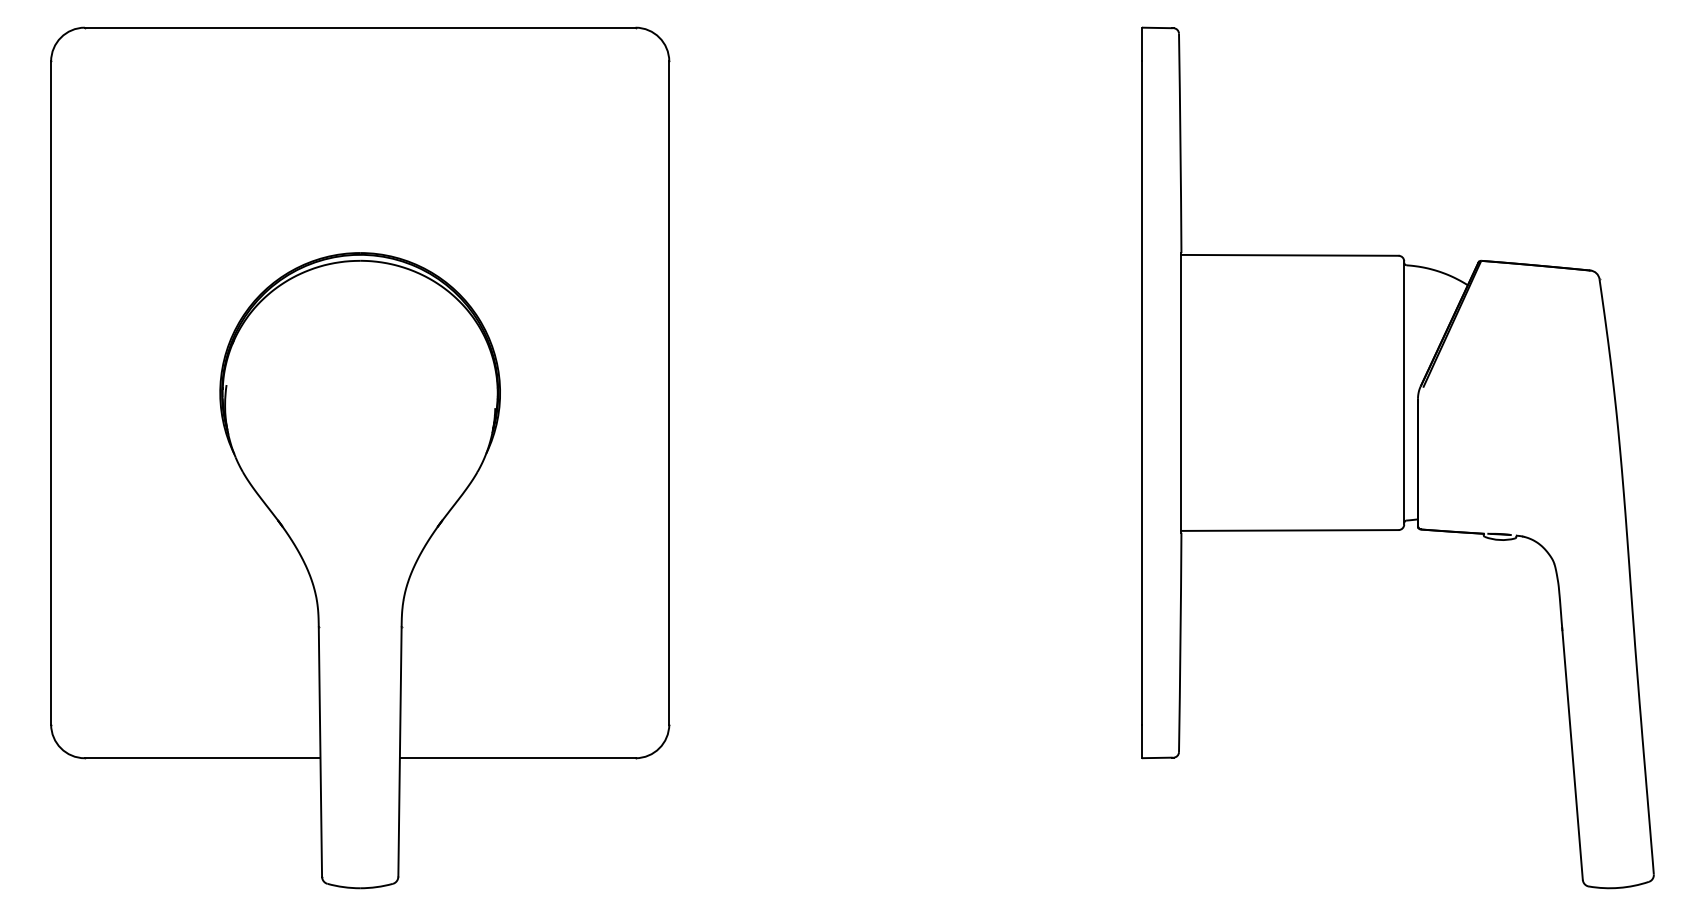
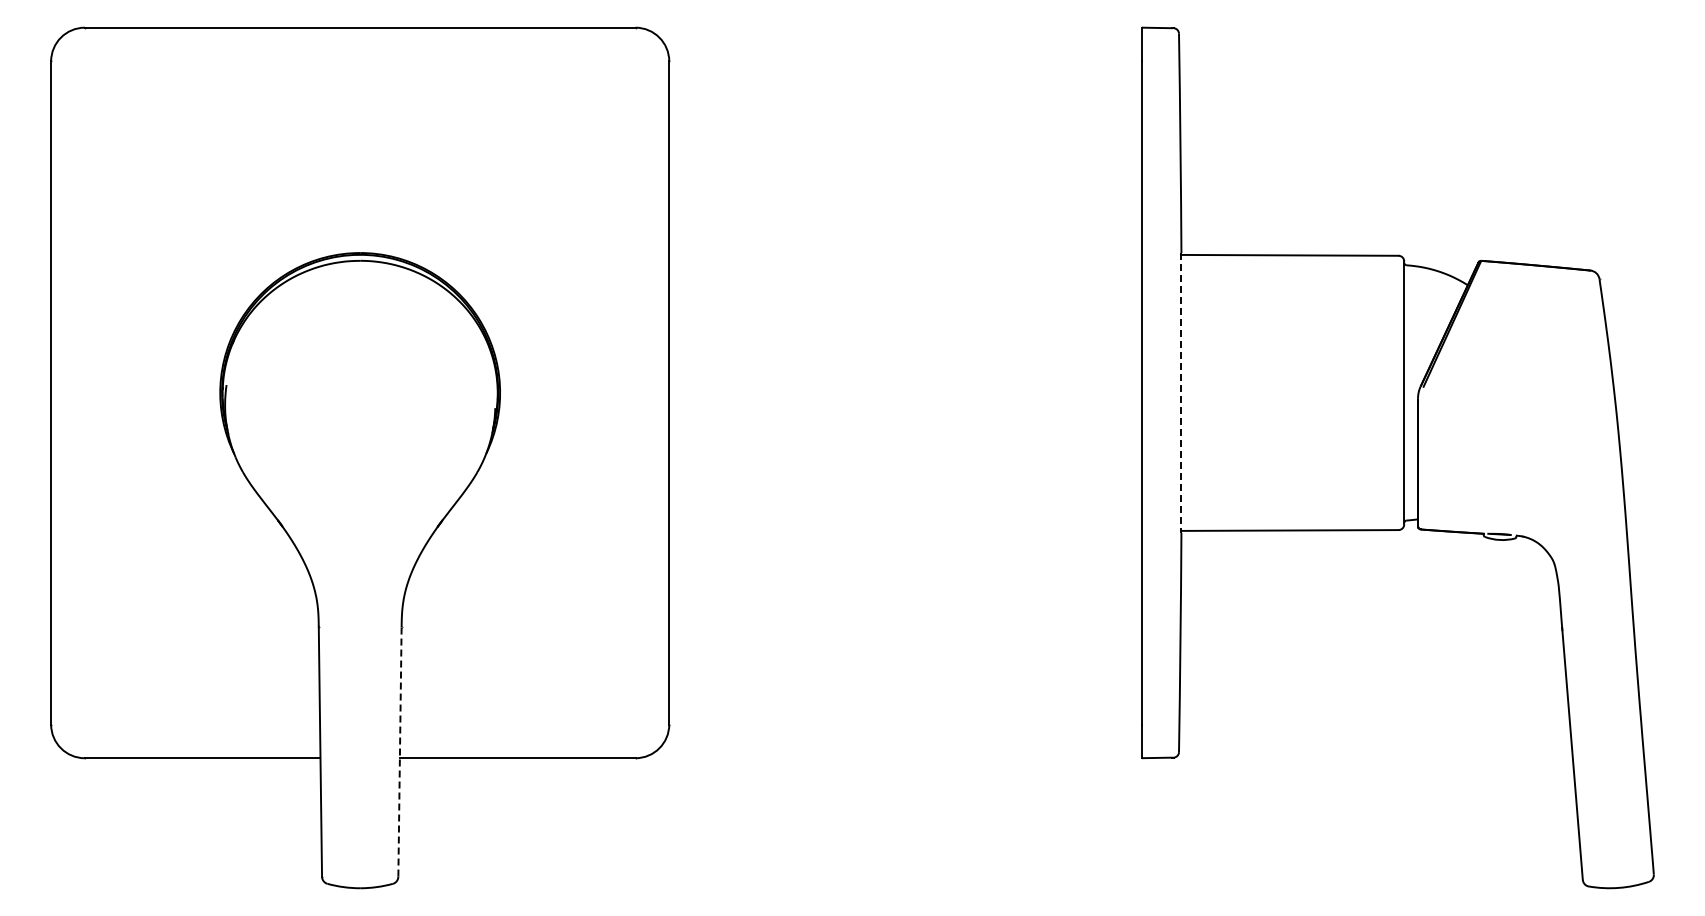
line at (1181, 392): solid -> dashed
line at (399, 751): solid -> dashed
